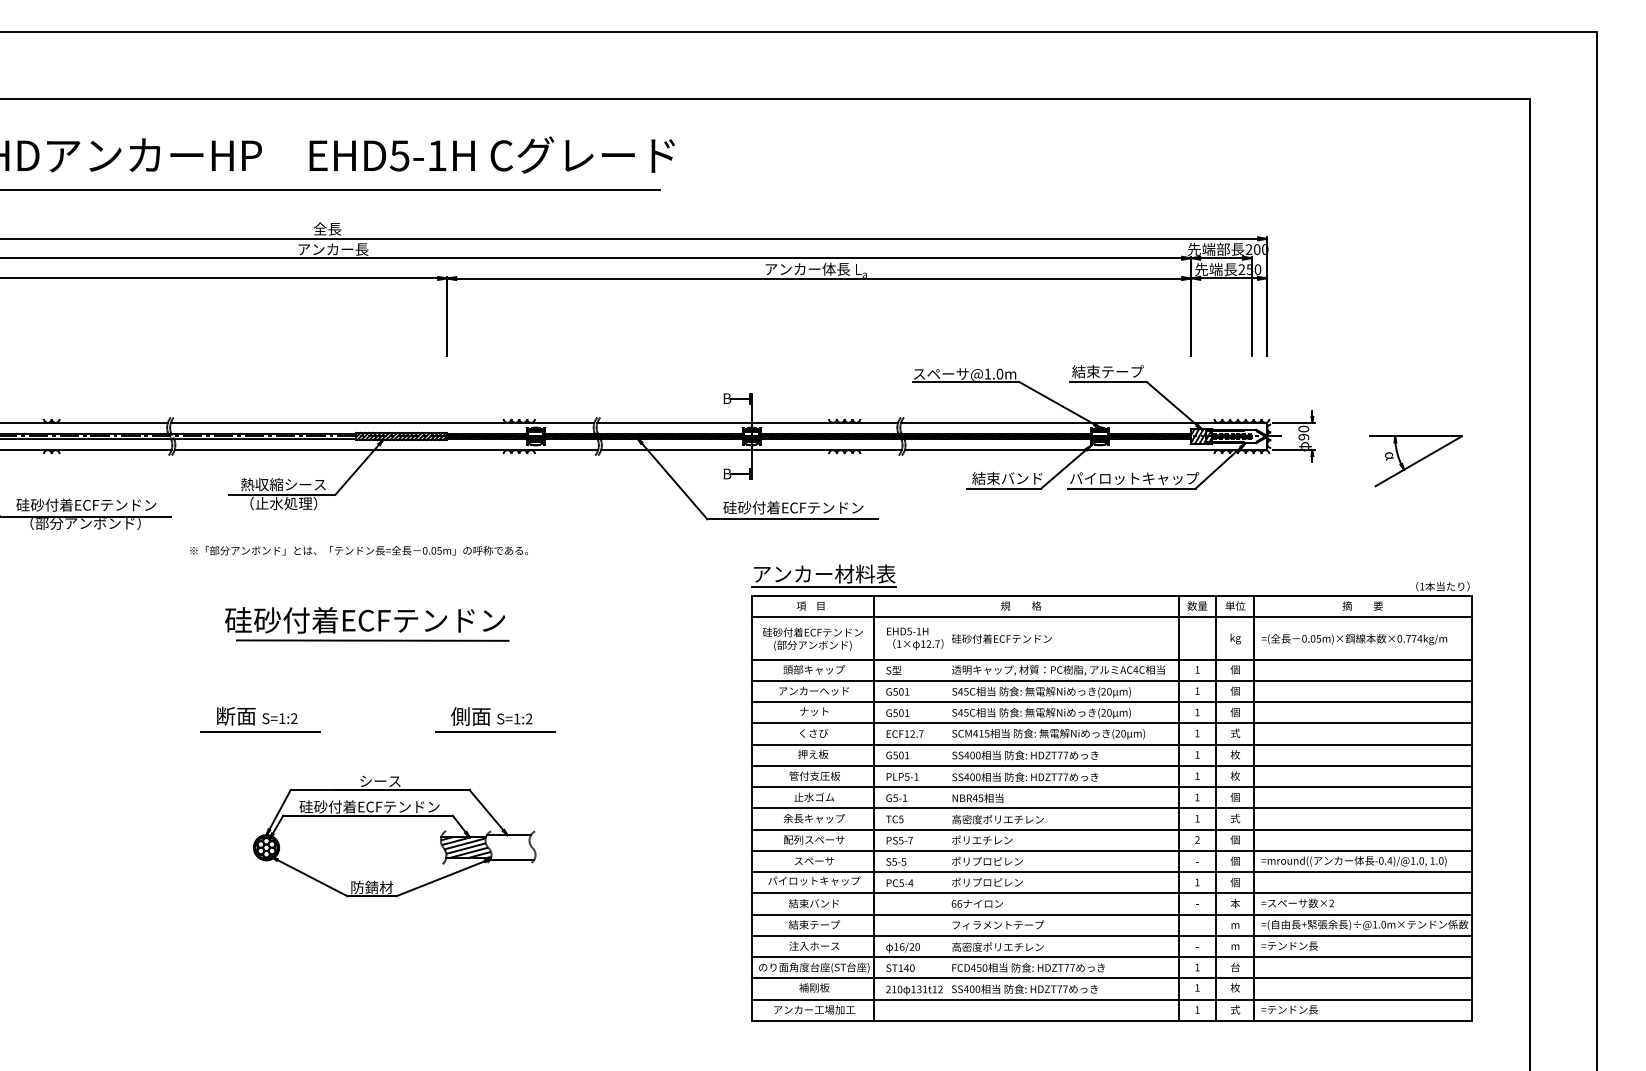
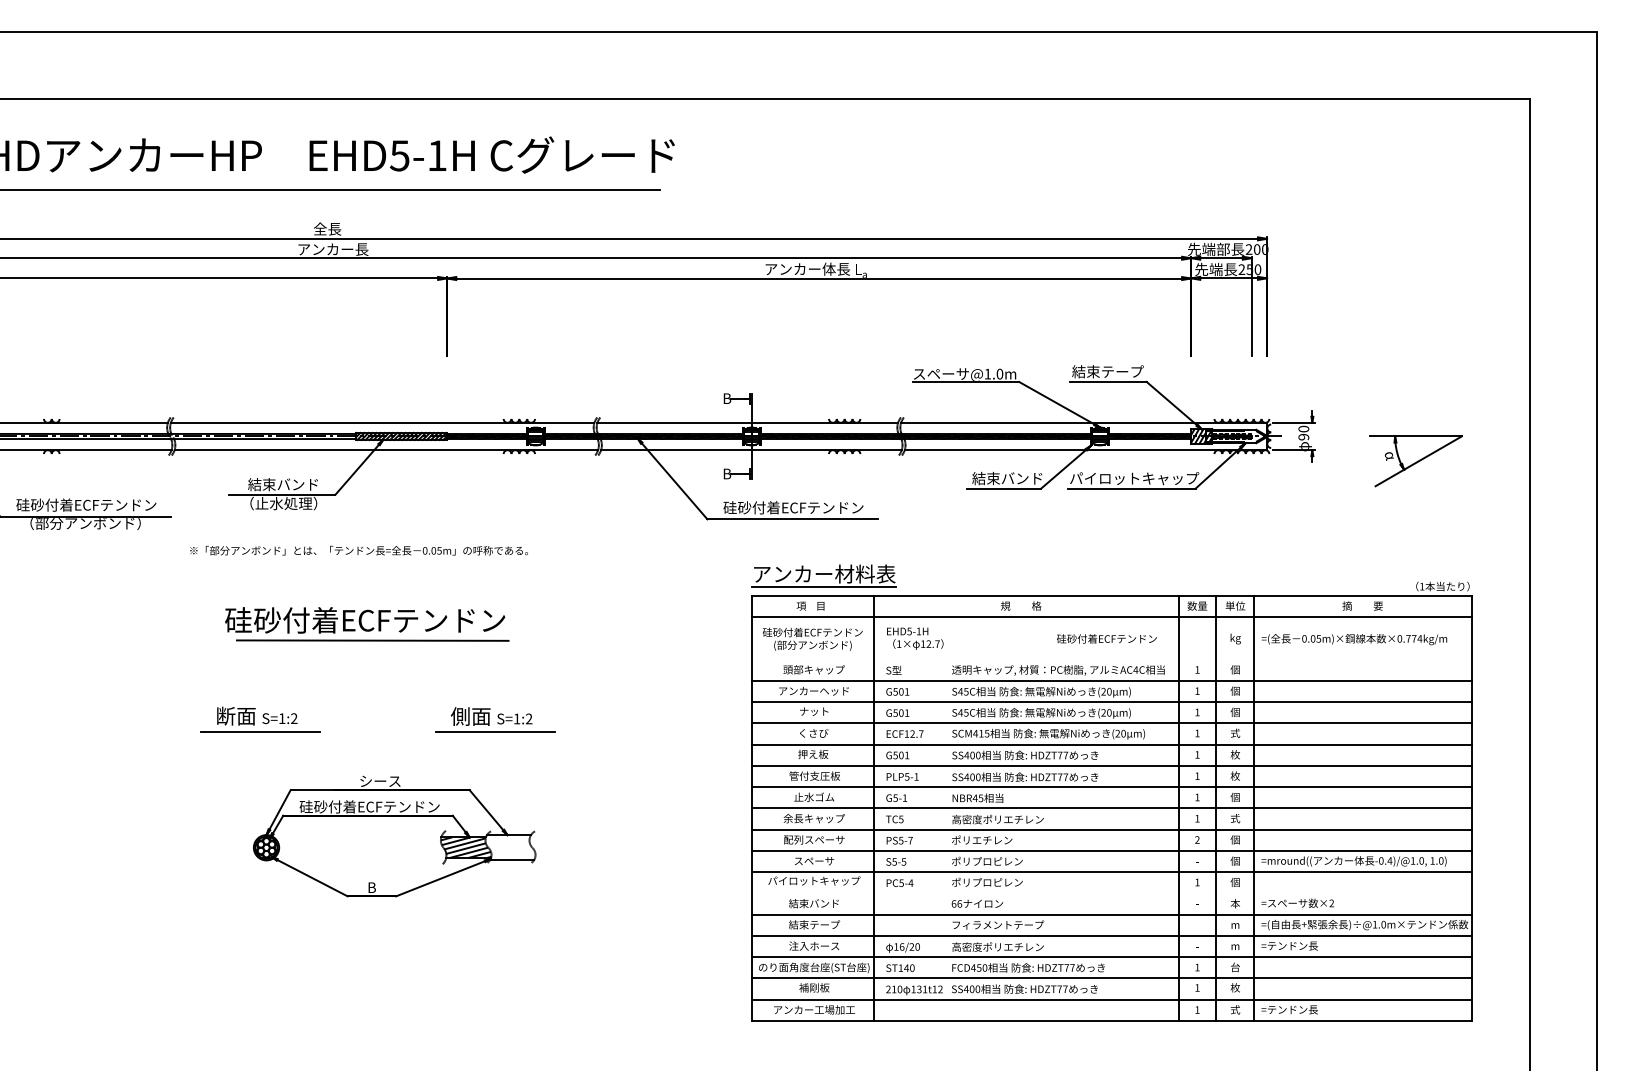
text at (283, 484): 熱収縮シース -> 結束バンド
text at (1001, 638) position: (1001, 638) -> (1106, 638)
line at (1112, 659): present -> none
text at (371, 887): 防錆材 -> B
line at (1112, 893): present -> none
